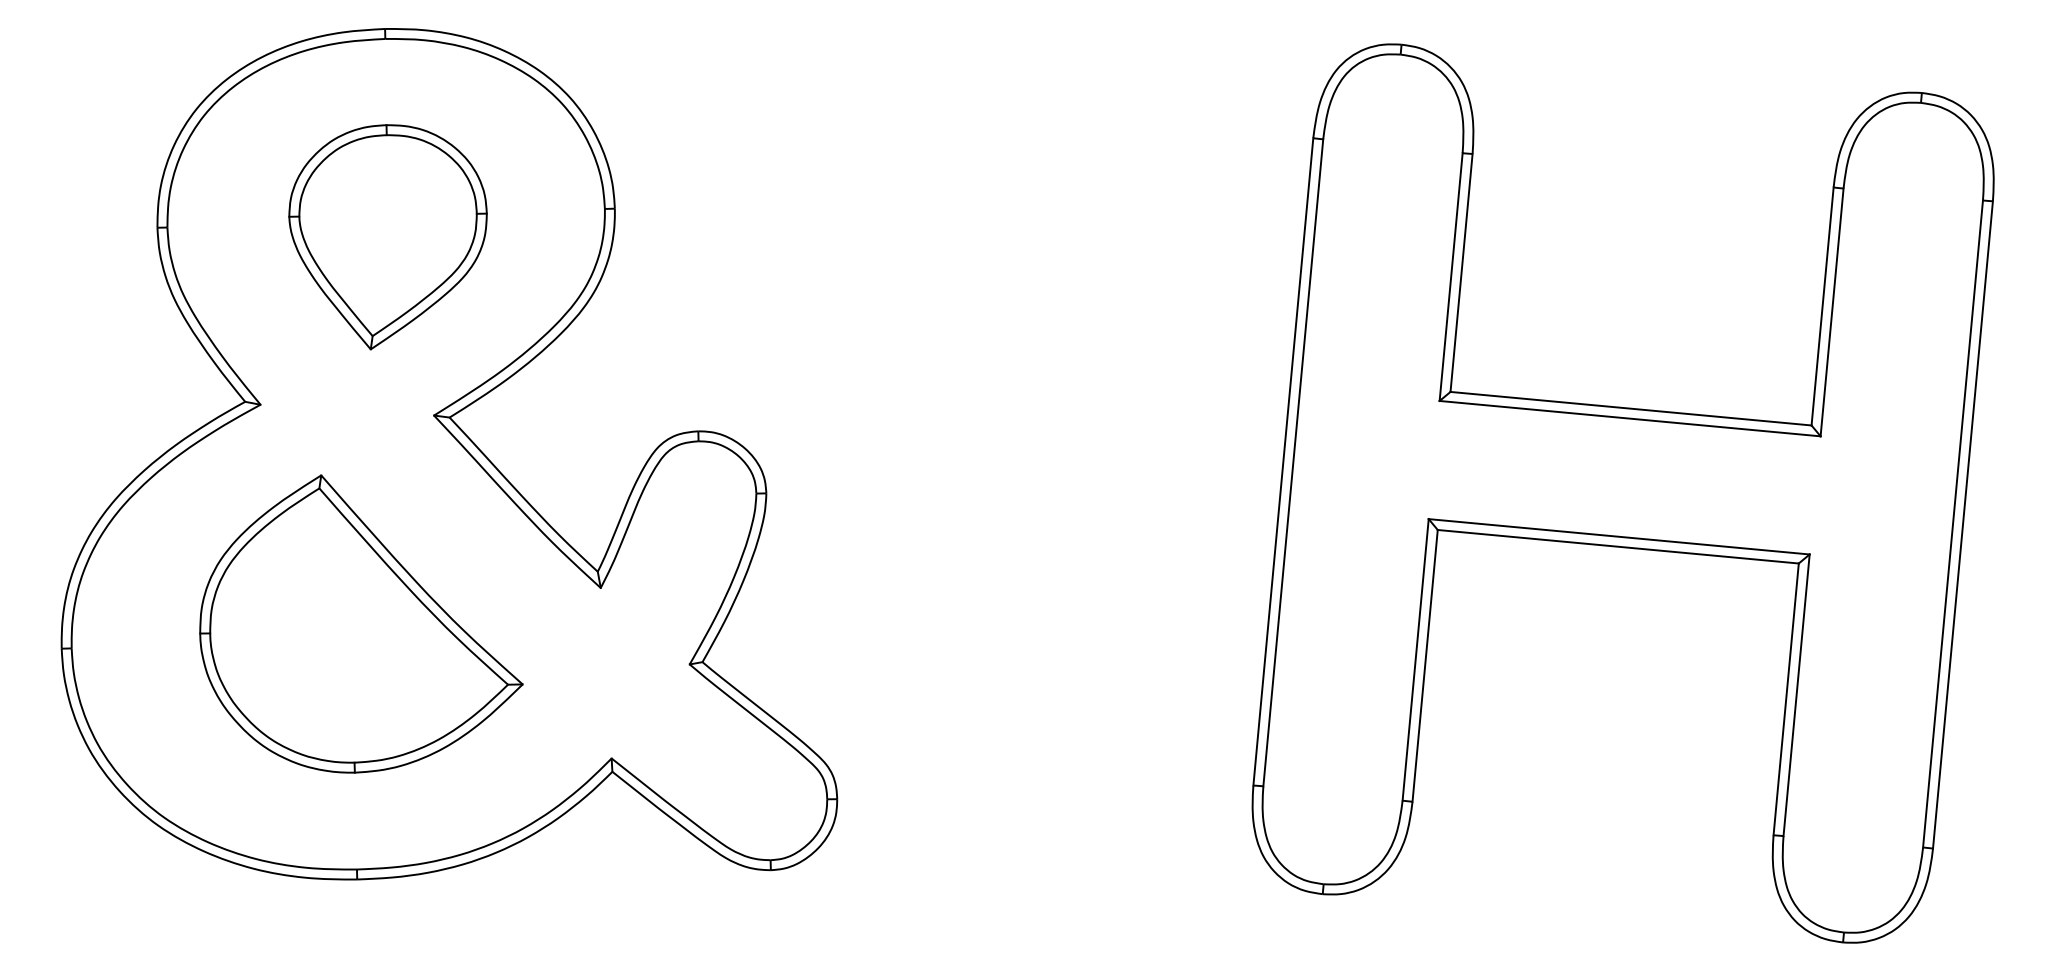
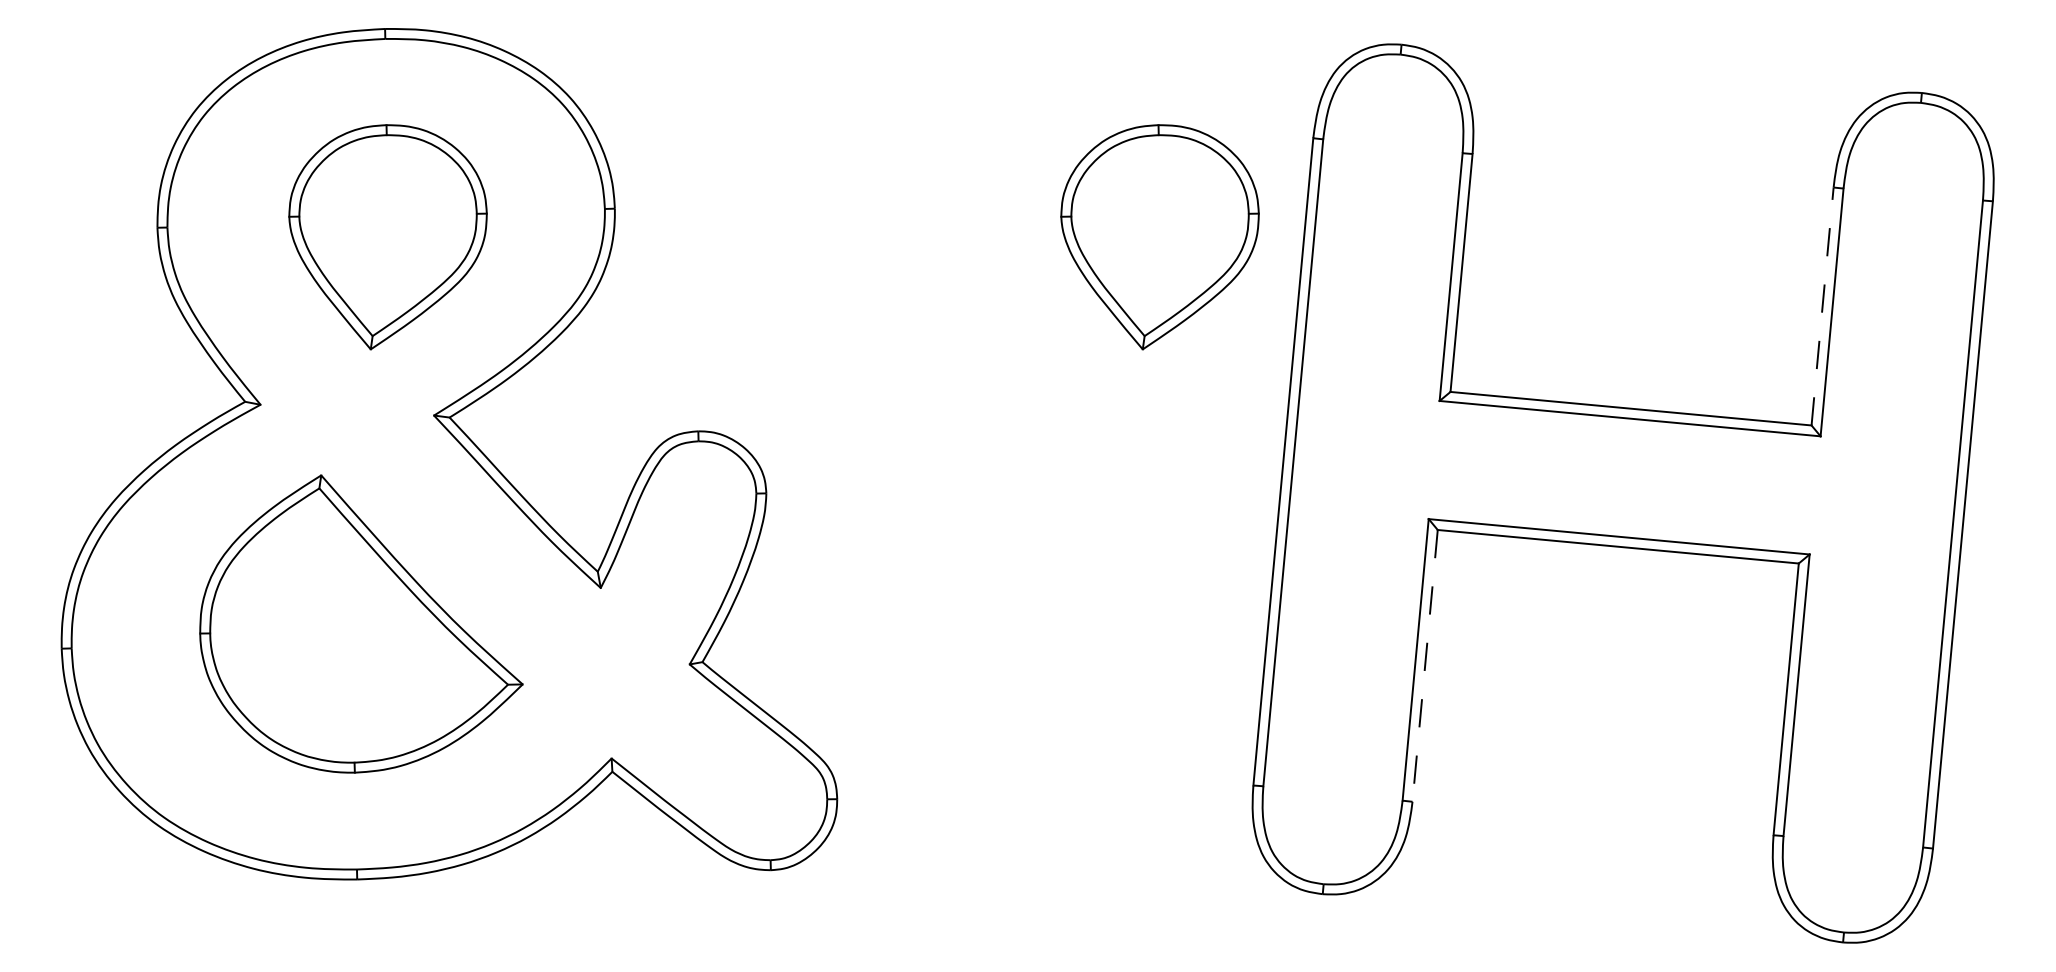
part at (1159, 237): none -> present
line at (1822, 305): solid -> dashed
line at (1425, 666): solid -> dashed
